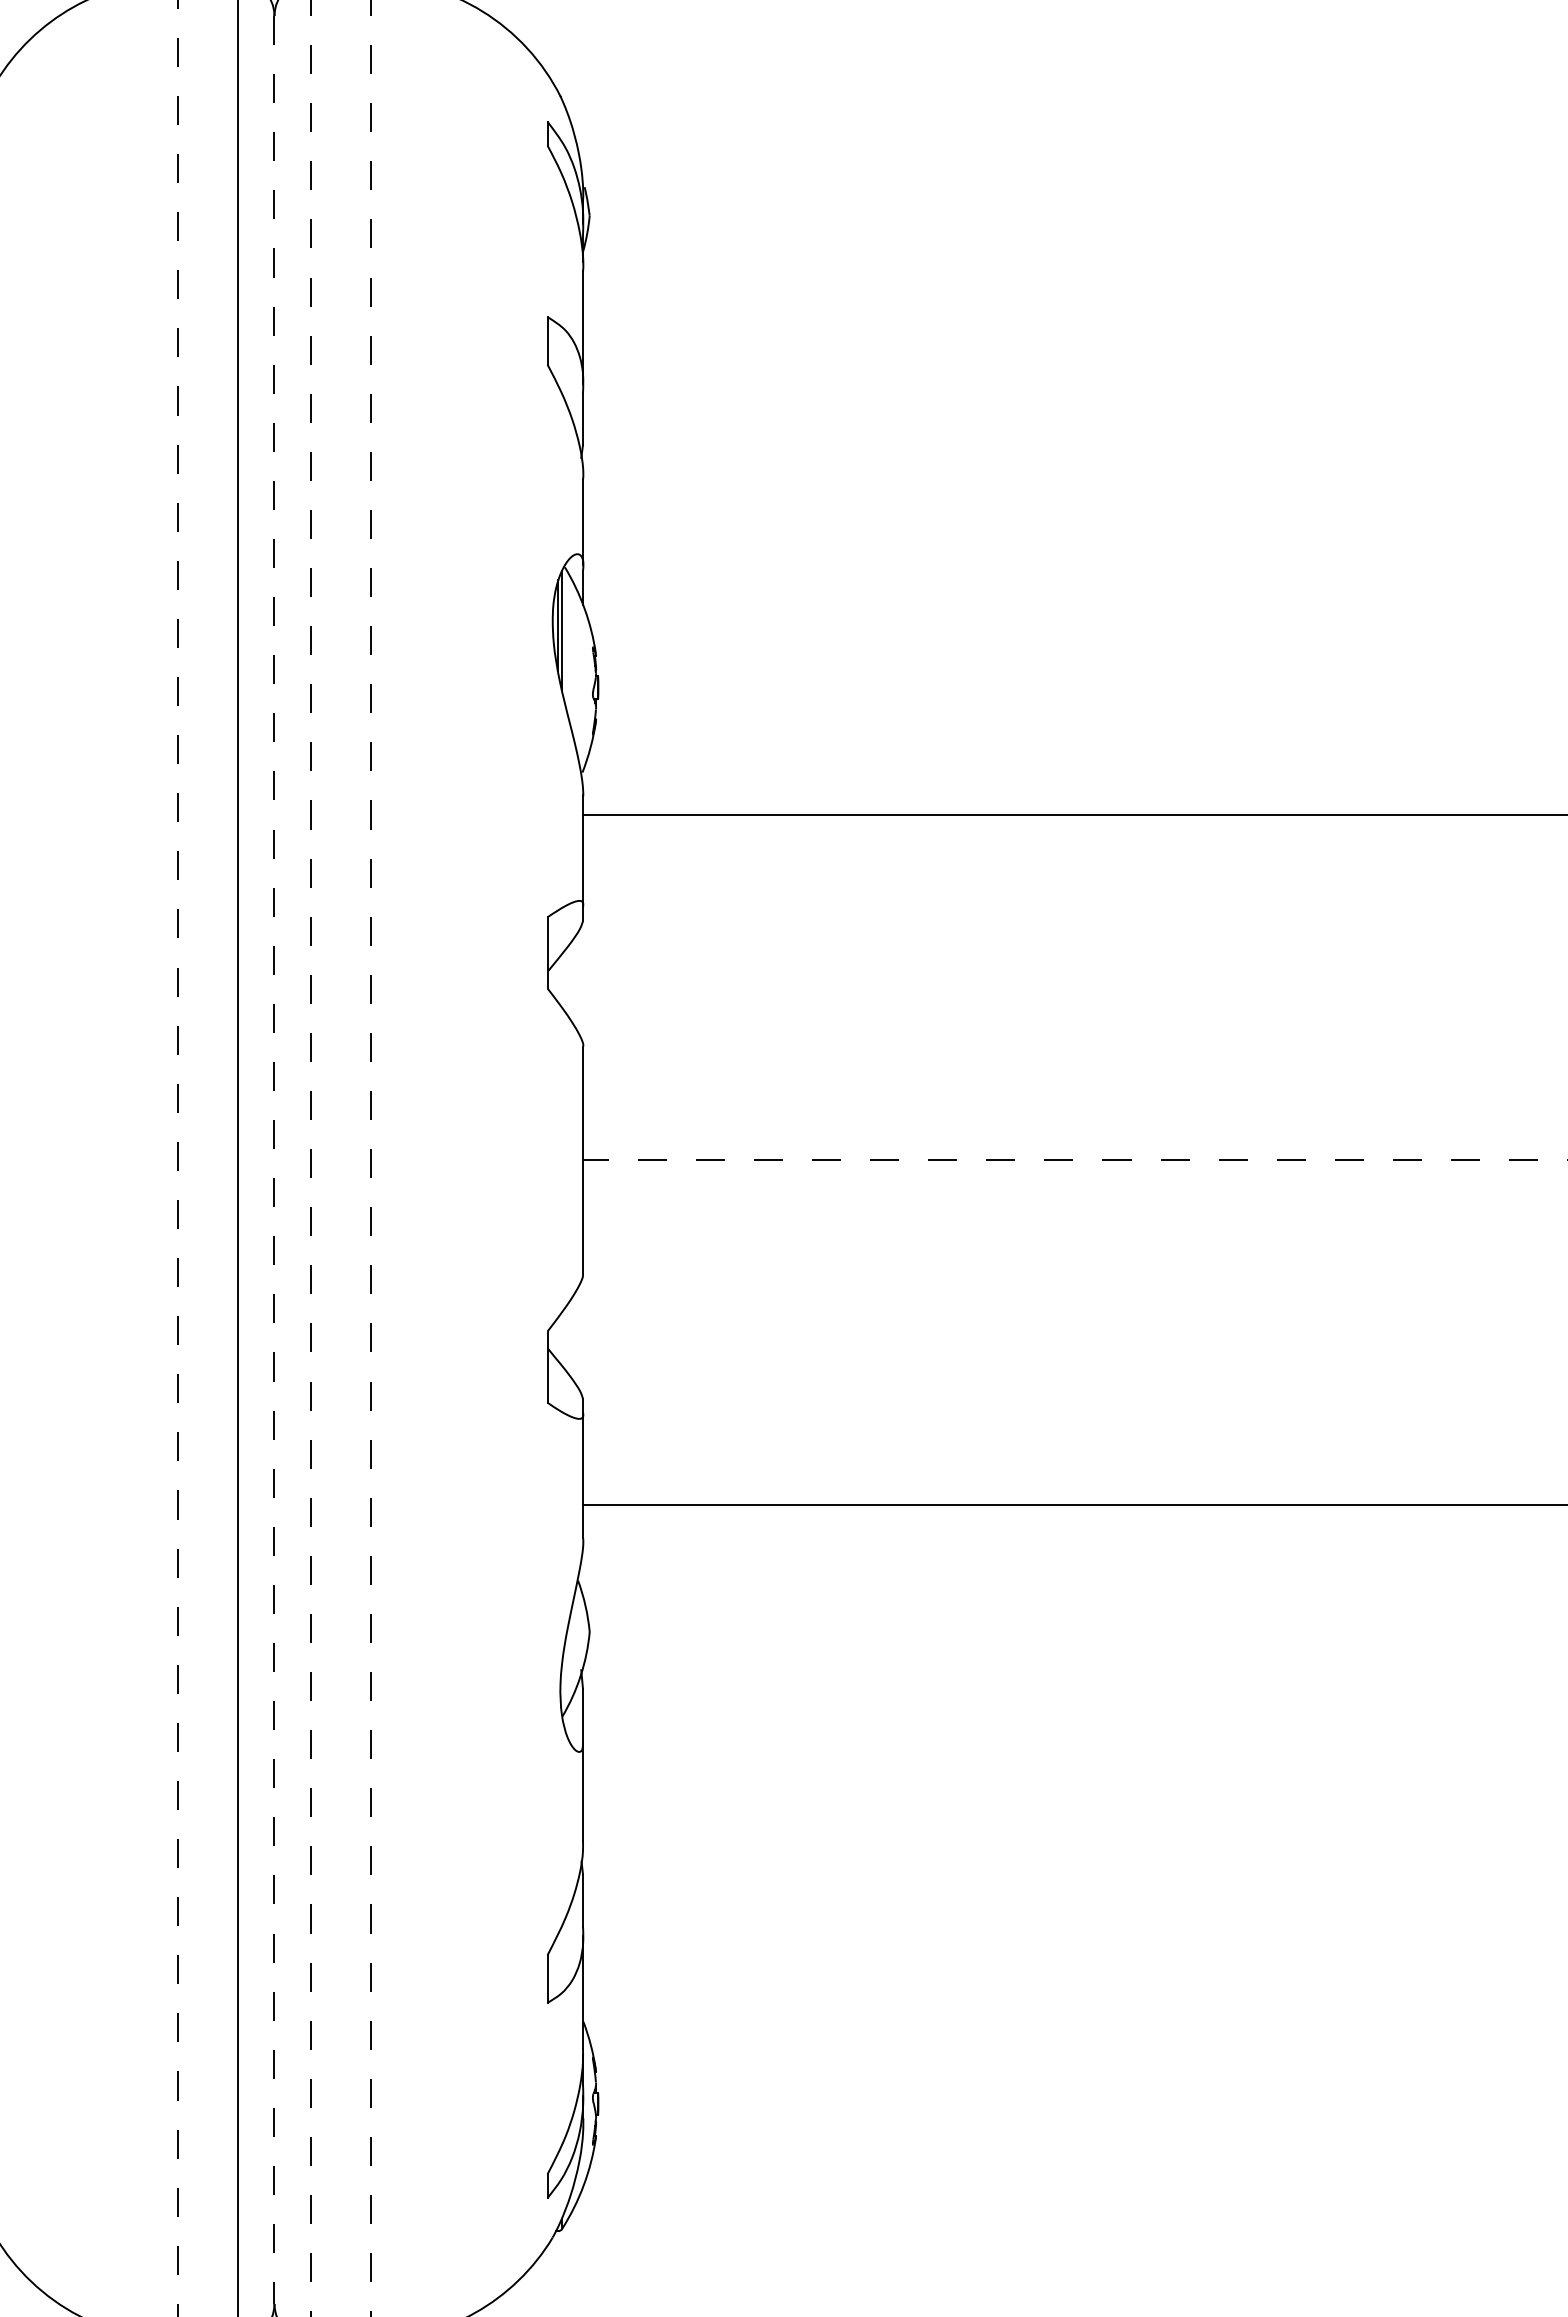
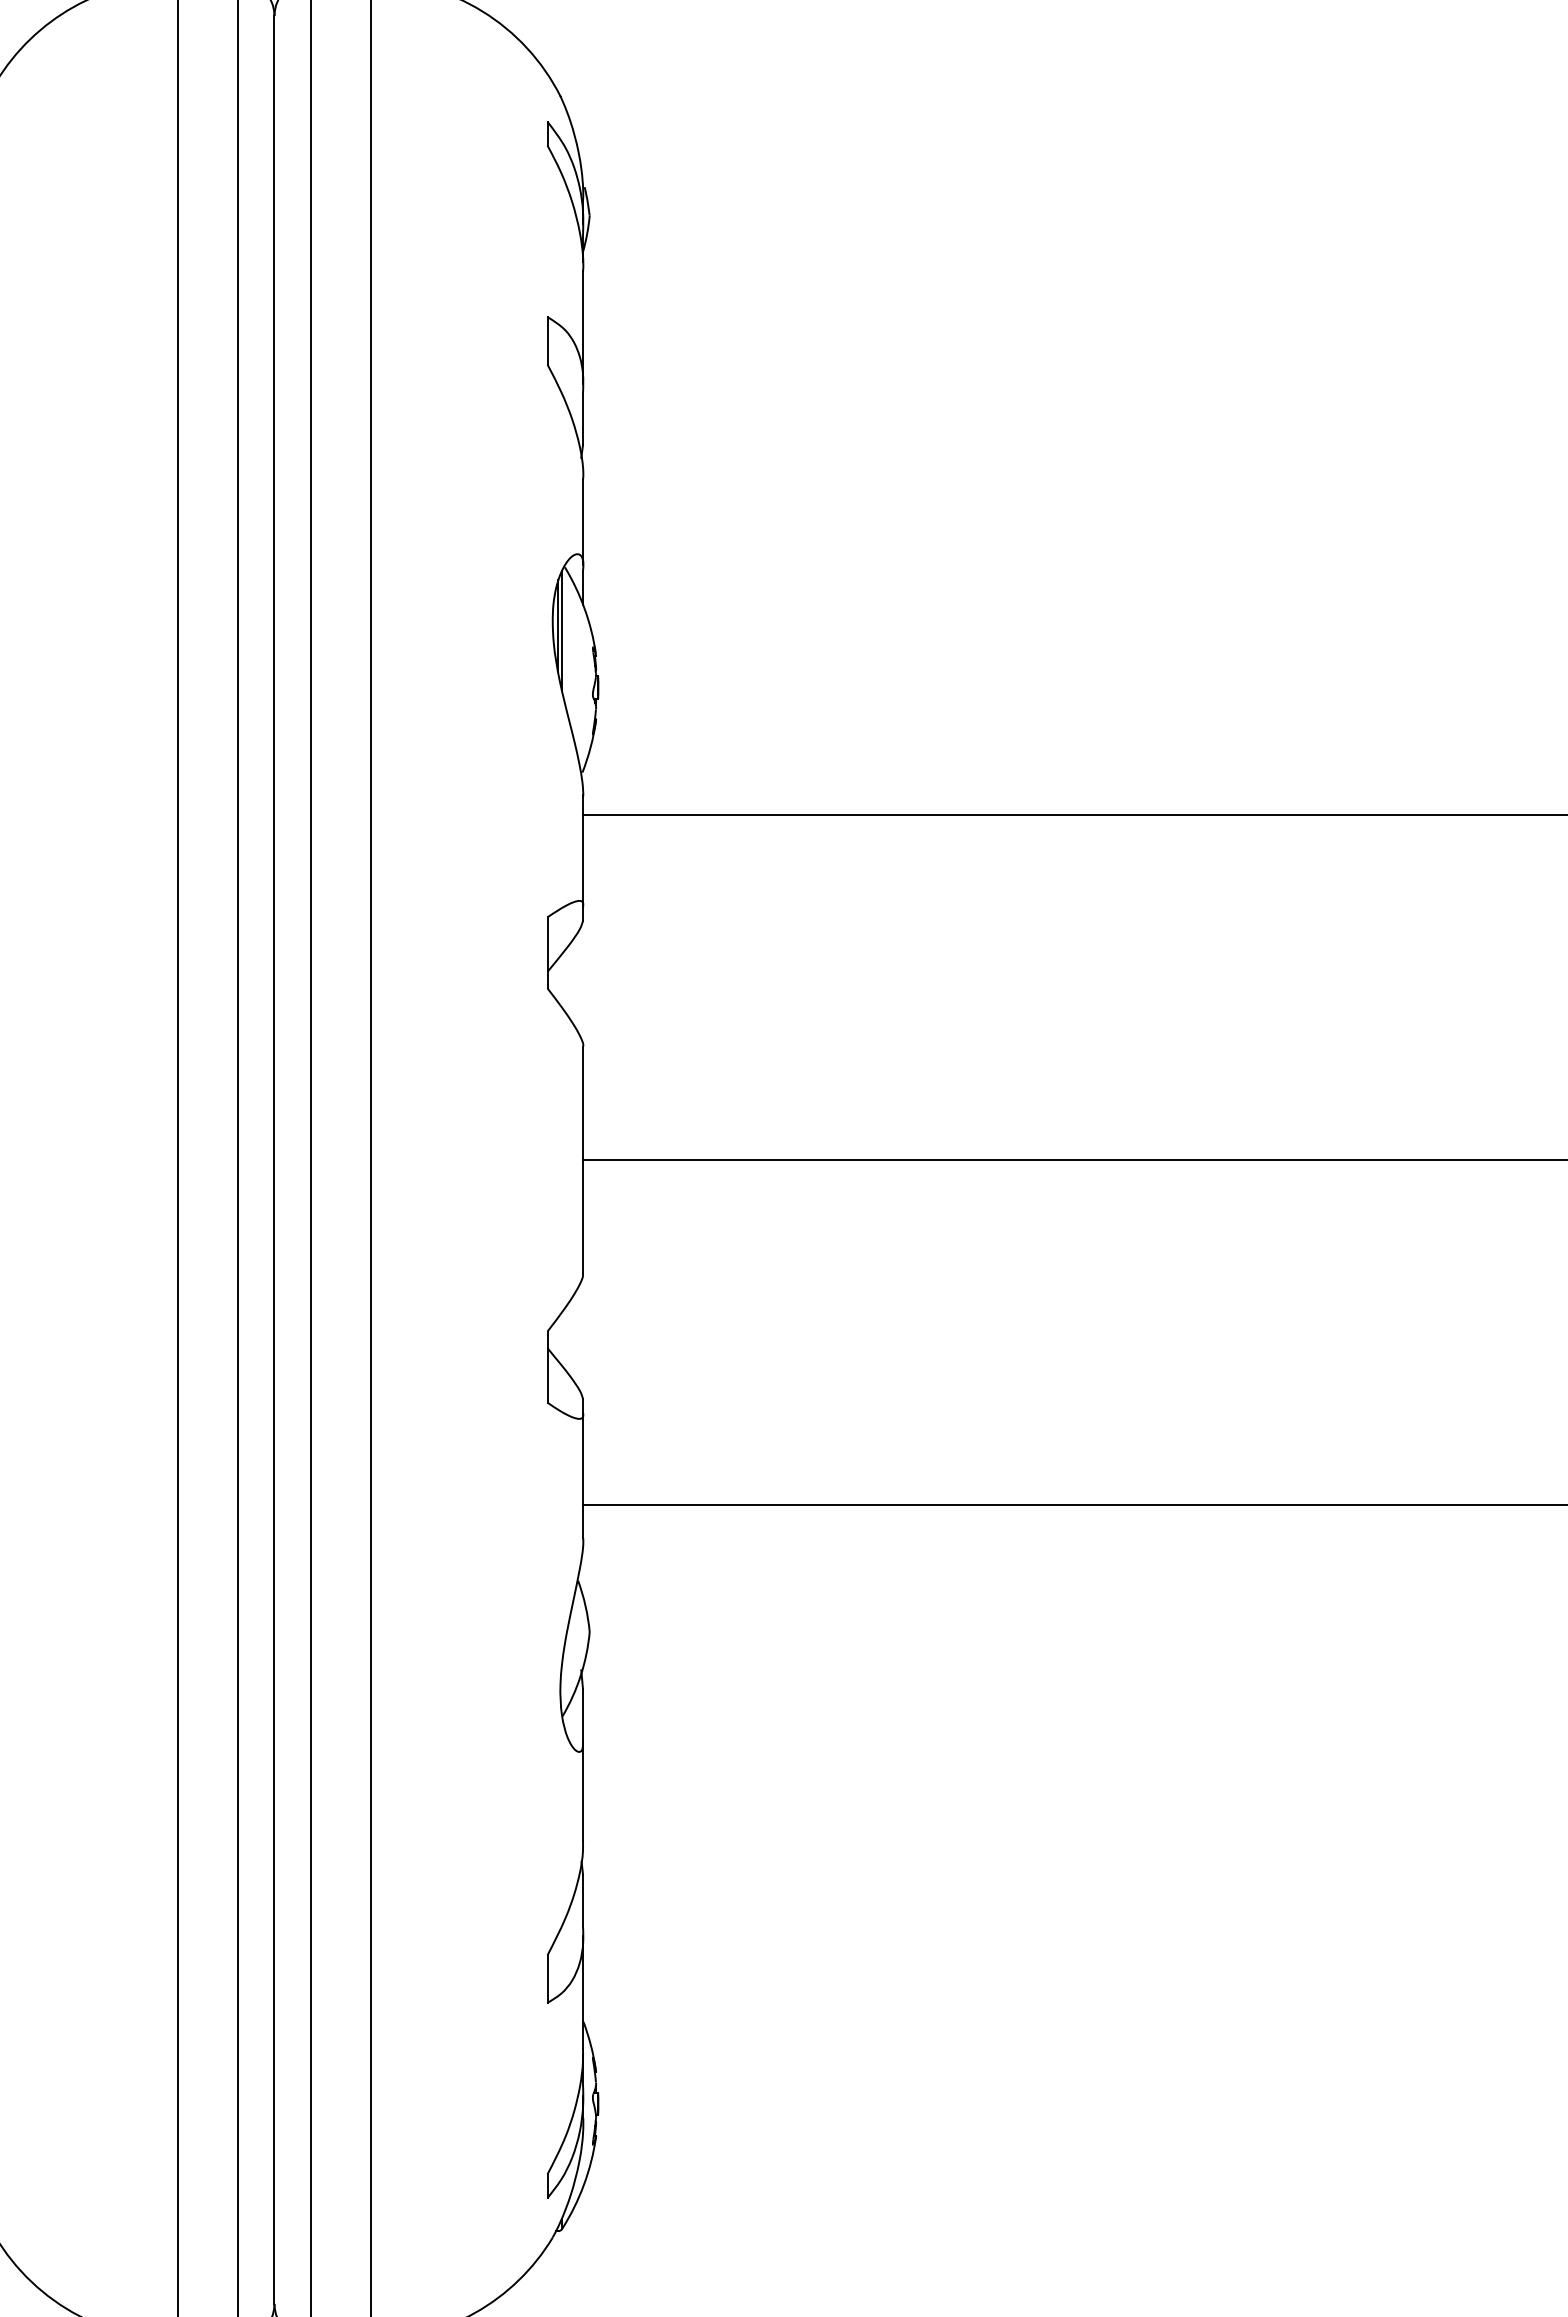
line at (177, 1158): dashed -> solid
line at (310, 1158): dashed -> solid
line at (370, 1158): dashed -> solid
line at (274, 1159): dashed -> solid
line at (1075, 1159): dashed -> solid
